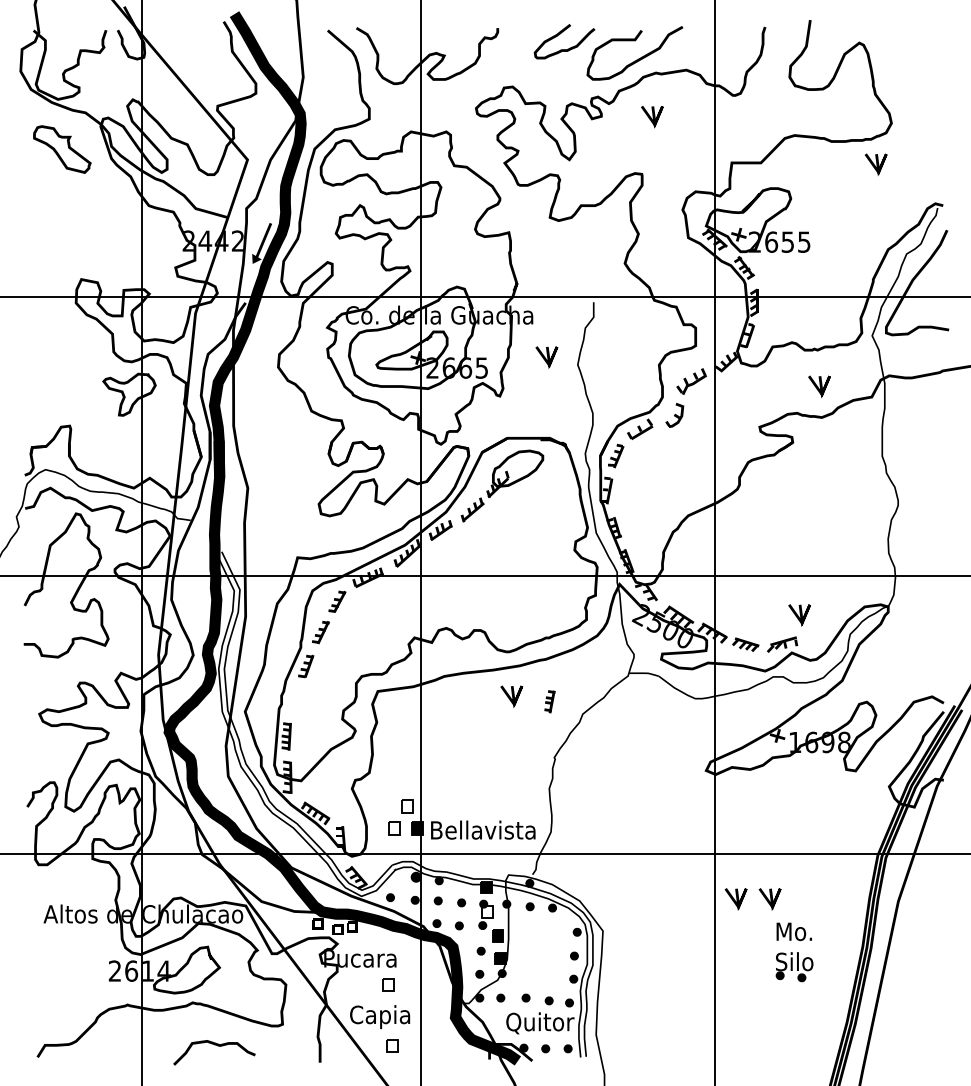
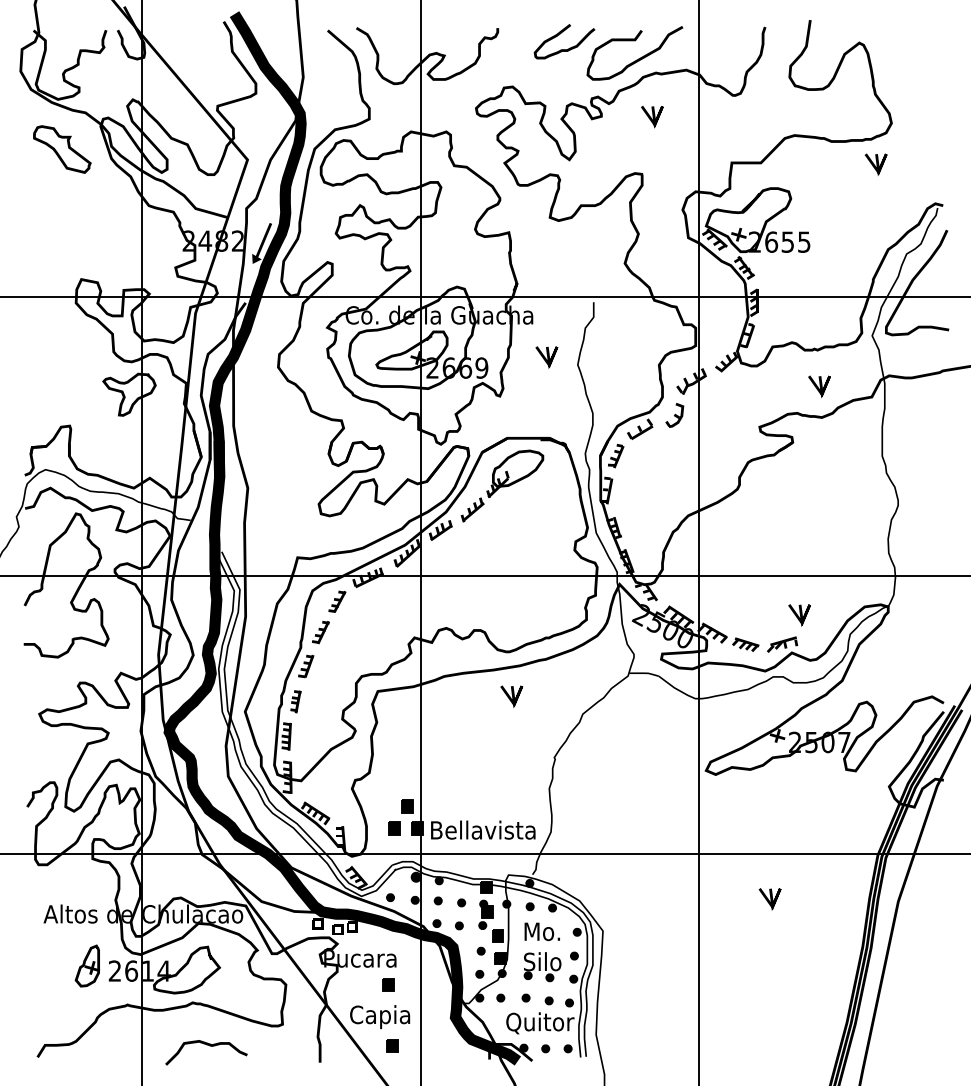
text at (221, 240): 2442 -> 2482
text at (481, 367): 2665 -> 2669
line at (715, 542) position: (715, 542) -> (699, 542)
part at (549, 701) position: (549, 701) -> (295, 701)
text at (819, 742): 1698 -> 2507
fill at (407, 806): none -> present
fill at (394, 828): none -> present
line at (734, 899): present -> none
fill at (487, 911): none -> present
text at (794, 952) position: (794, 952) -> (542, 952)
part at (87, 965): none -> present
fill at (388, 984): none -> present
fill at (391, 1045): none -> present
curve at (217, 1046) position: (217, 1046) -> (209, 1046)
